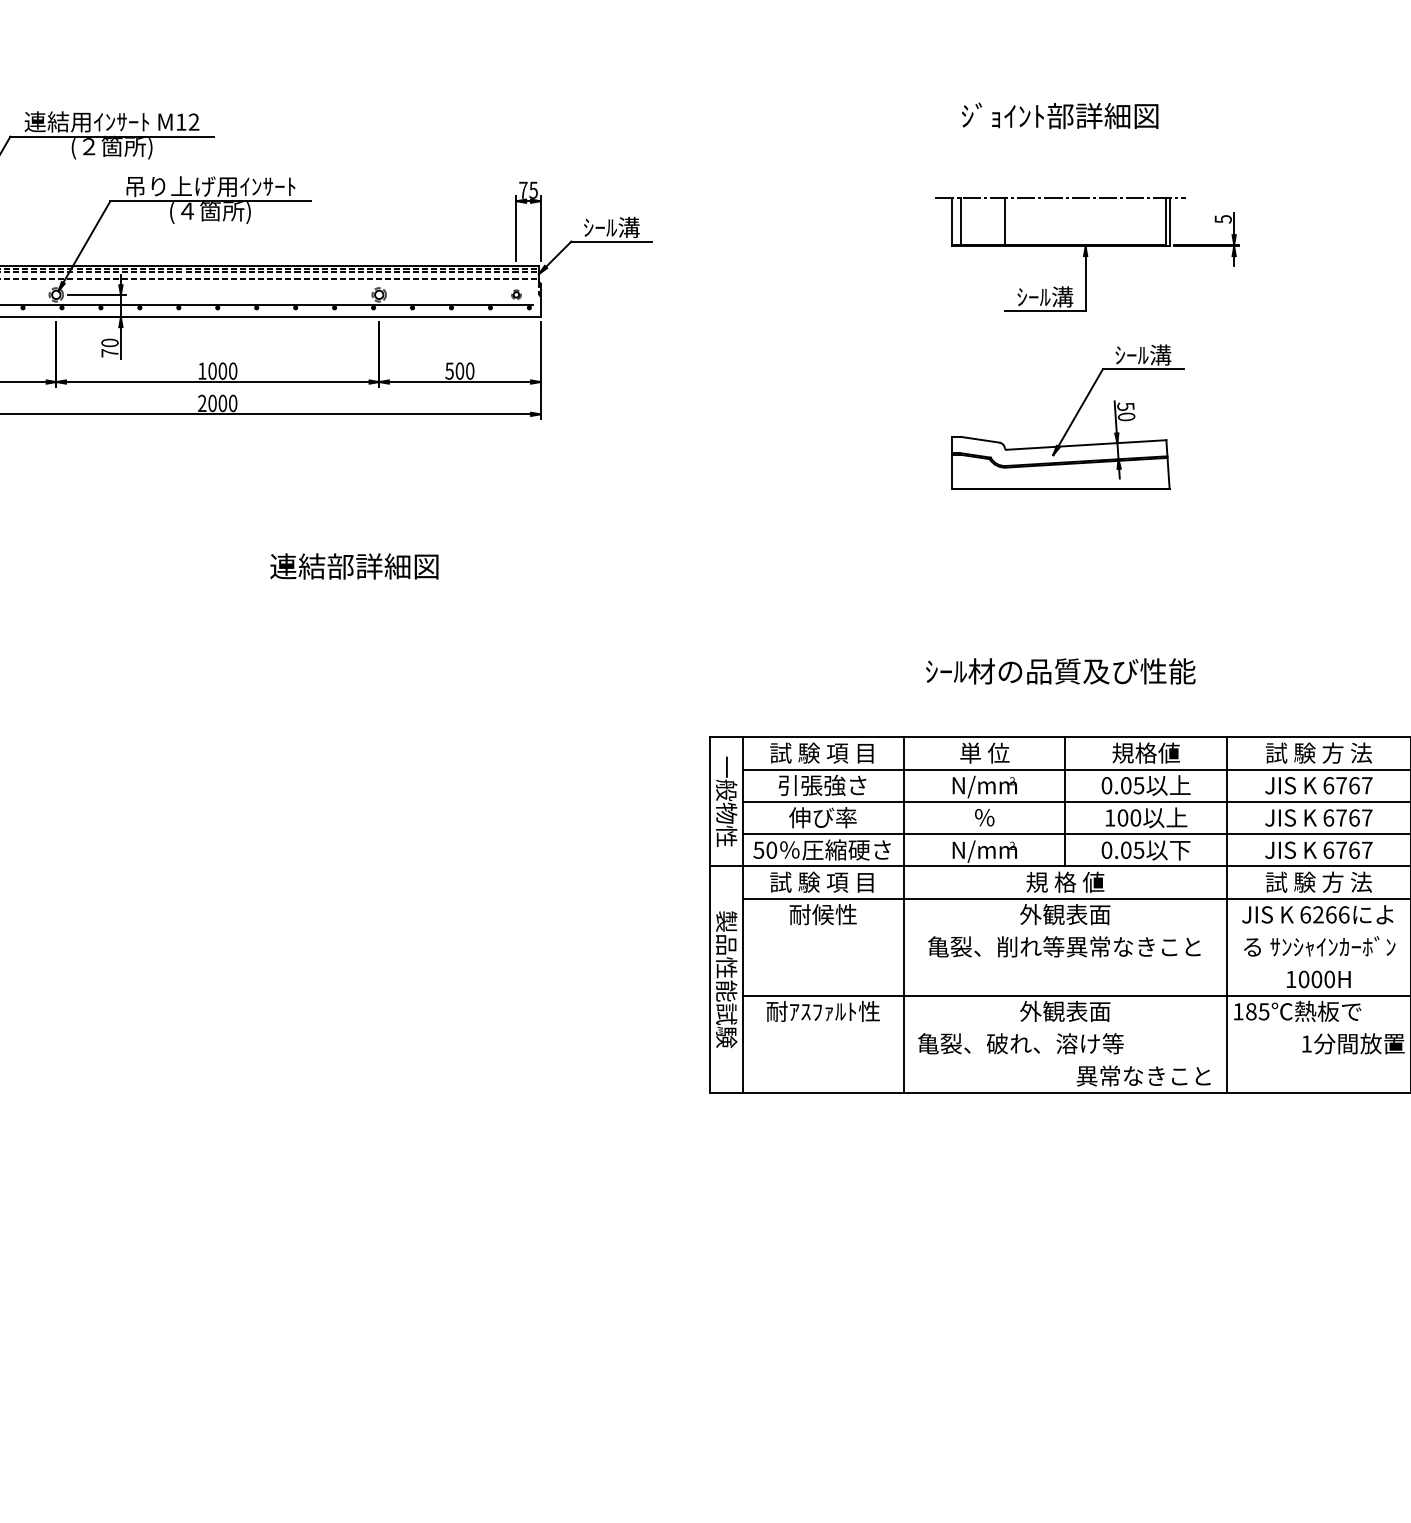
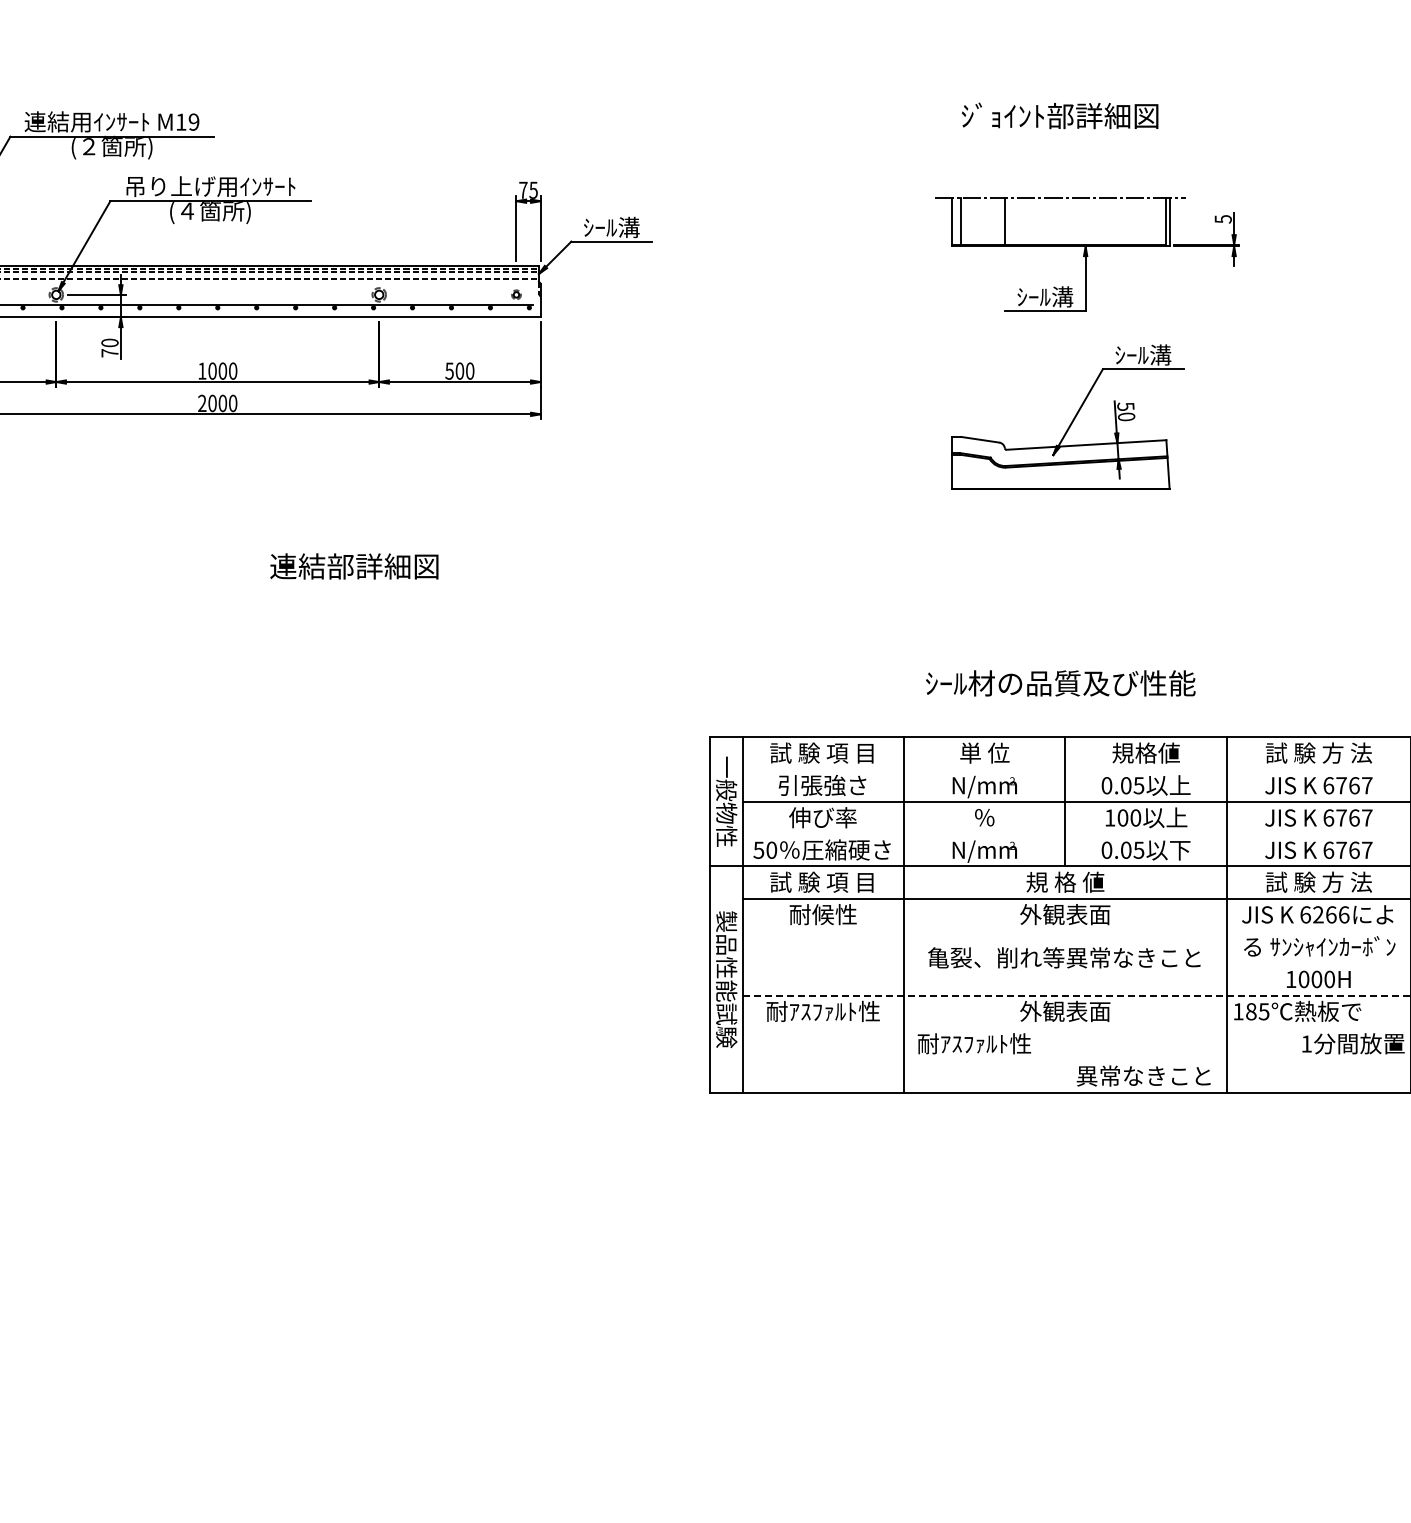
text at (193, 122): M12 -> M19
text at (1060, 671) position: (1060, 671) -> (1060, 683)
line at (1074, 769): present -> none
line at (1074, 834): present -> none
text at (1064, 946) position: (1064, 946) -> (1064, 957)
line at (1077, 995): solid -> dashed
text at (1020, 1043): 亀裂、破れ、溶け等 -> 耐ｱｽﾌｧﾙﾄ性
